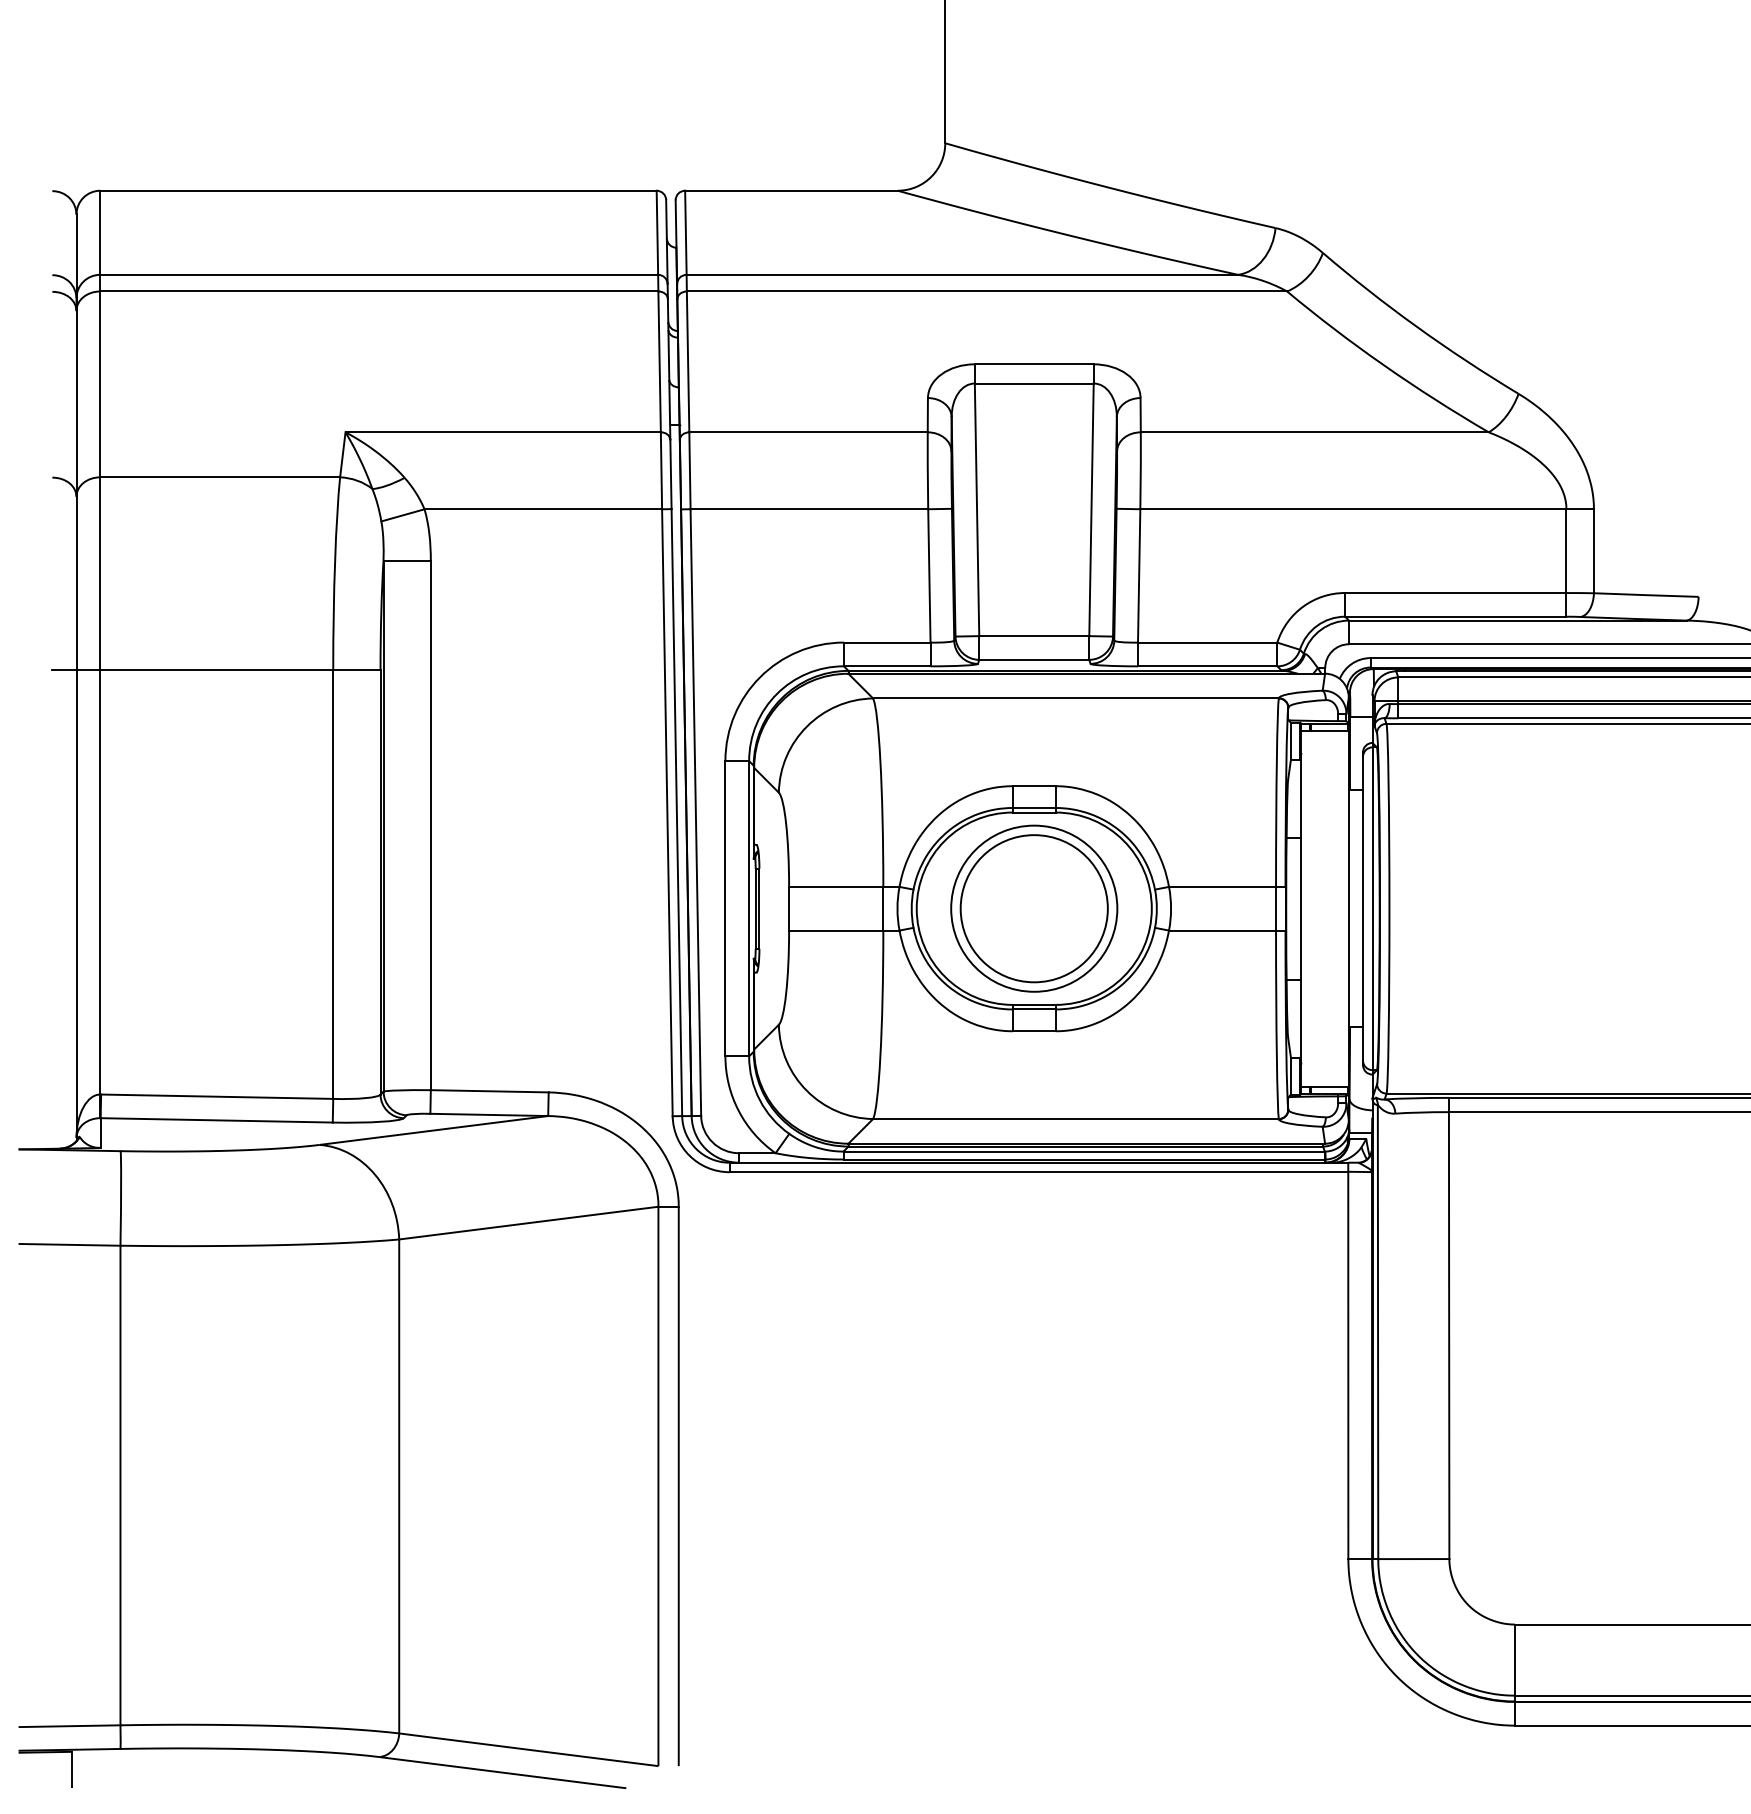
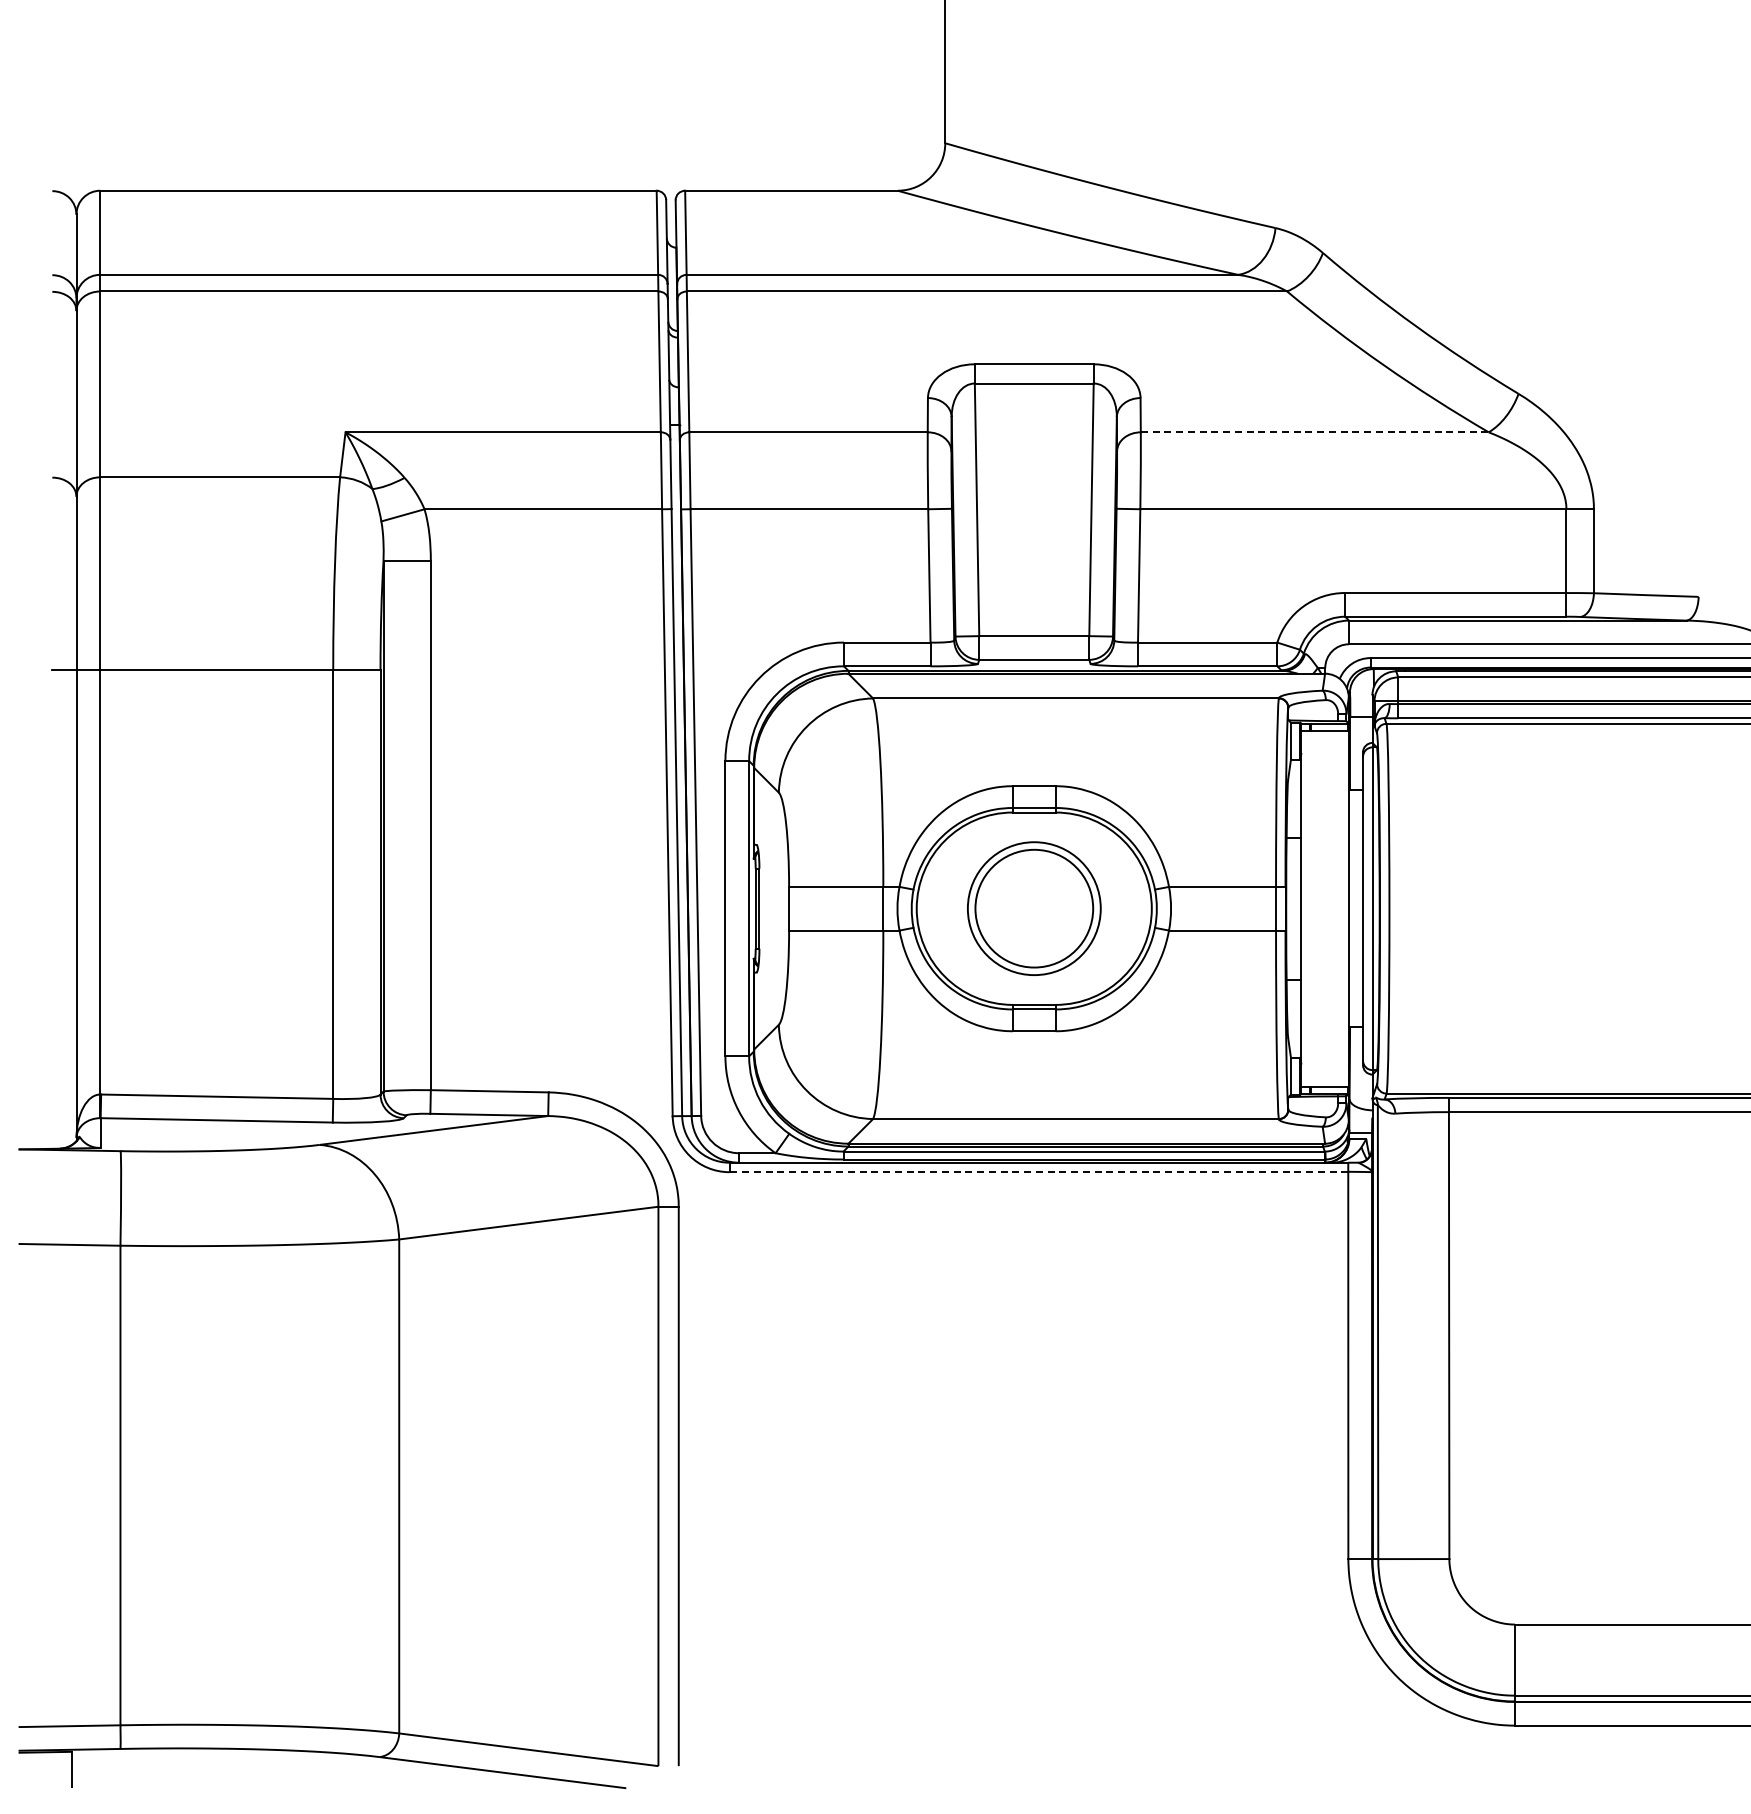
line at (1314, 432): solid -> dashed
part at (1034, 908) size: 169x169 px -> 135x135 px
line at (1038, 1172): solid -> dashed
